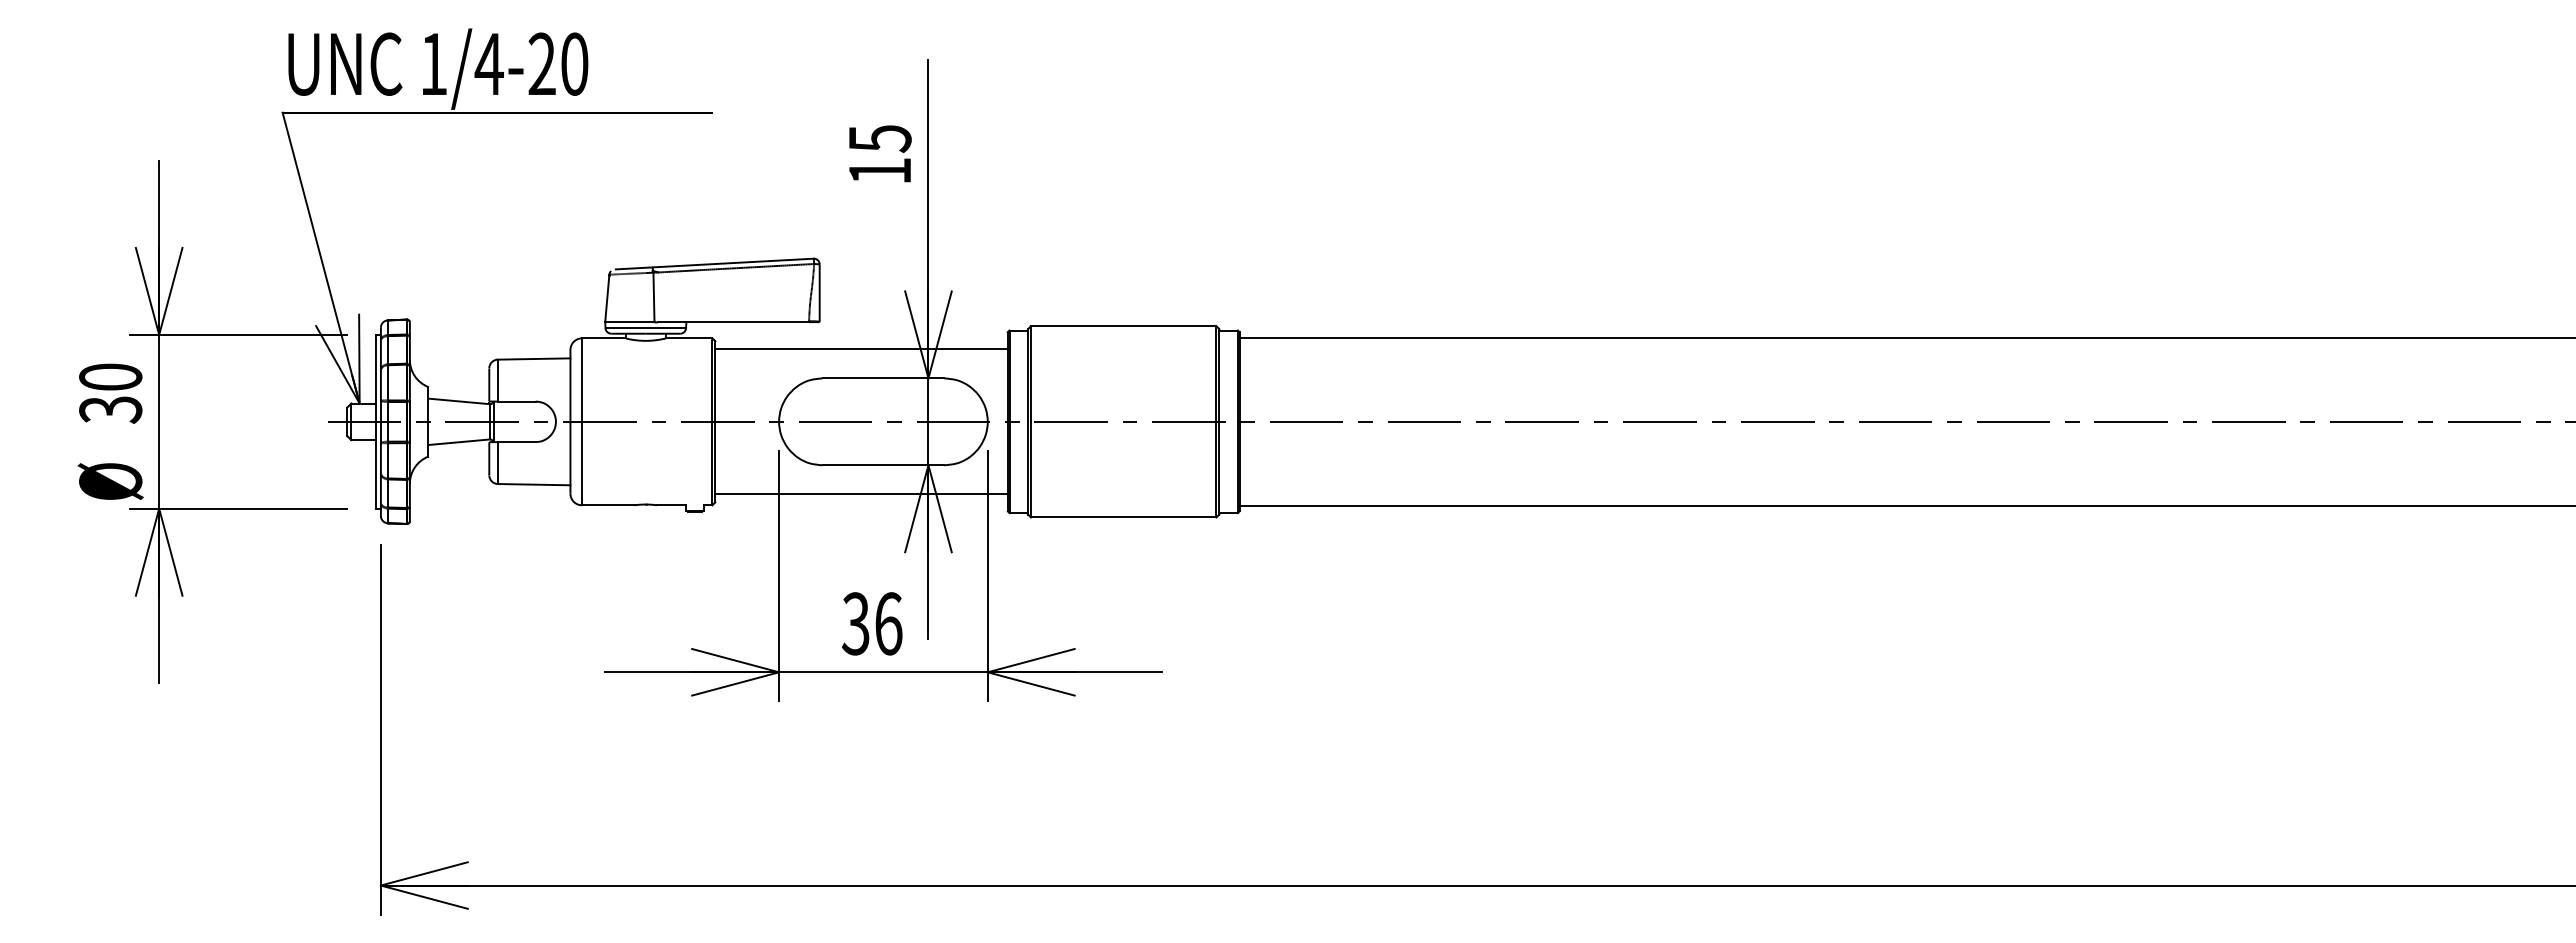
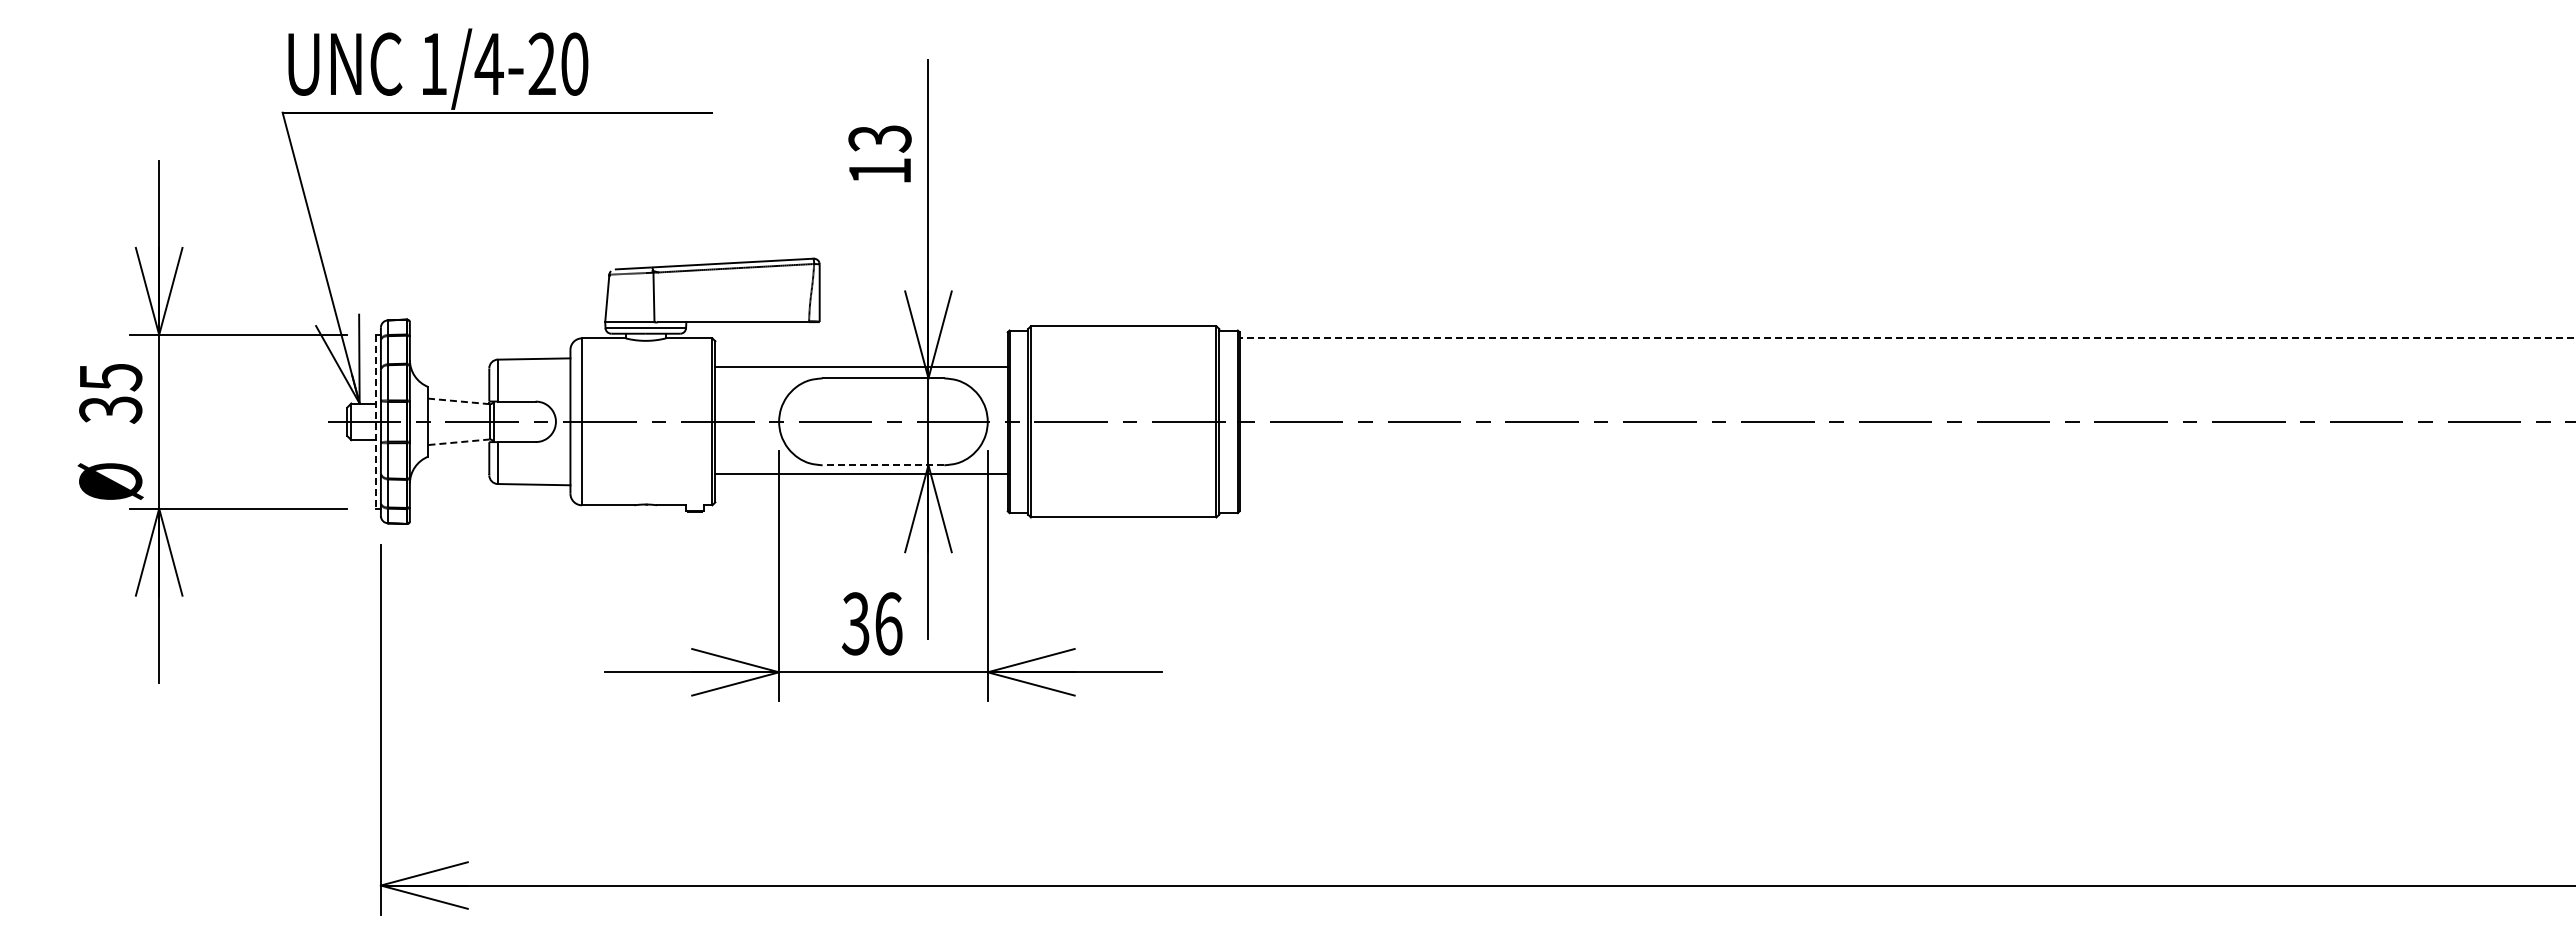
text at (879, 138): 15 -> 13
line at (1907, 337): solid -> dashed
line at (861, 349) position: (861, 349) -> (861, 367)
text at (110, 377): 30 -> 35
line at (459, 401): solid -> dashed
line at (376, 421): solid -> dashed
line at (459, 442): solid -> dashed
line at (883, 465): solid -> dashed
line at (861, 494) position: (861, 494) -> (861, 474)
line at (1905, 505): present -> none
